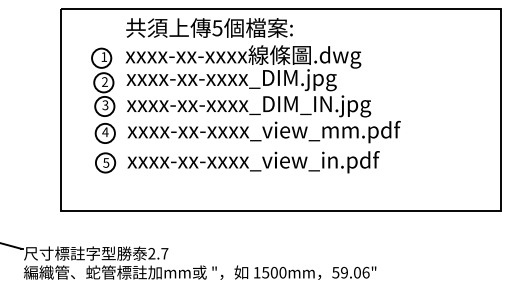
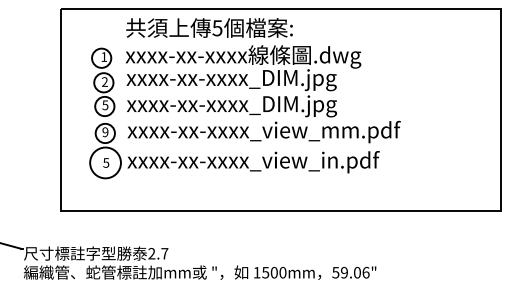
text at (105, 104): 3 -> 5
text at (335, 106): xxxx-xx-xxxx_DIM_IN.jpg -> xxxx-xx-xxxx_DIM.jpg
text at (105, 132): 4 -> 9
circle at (105, 162) diameter: 19 px -> 31 px
